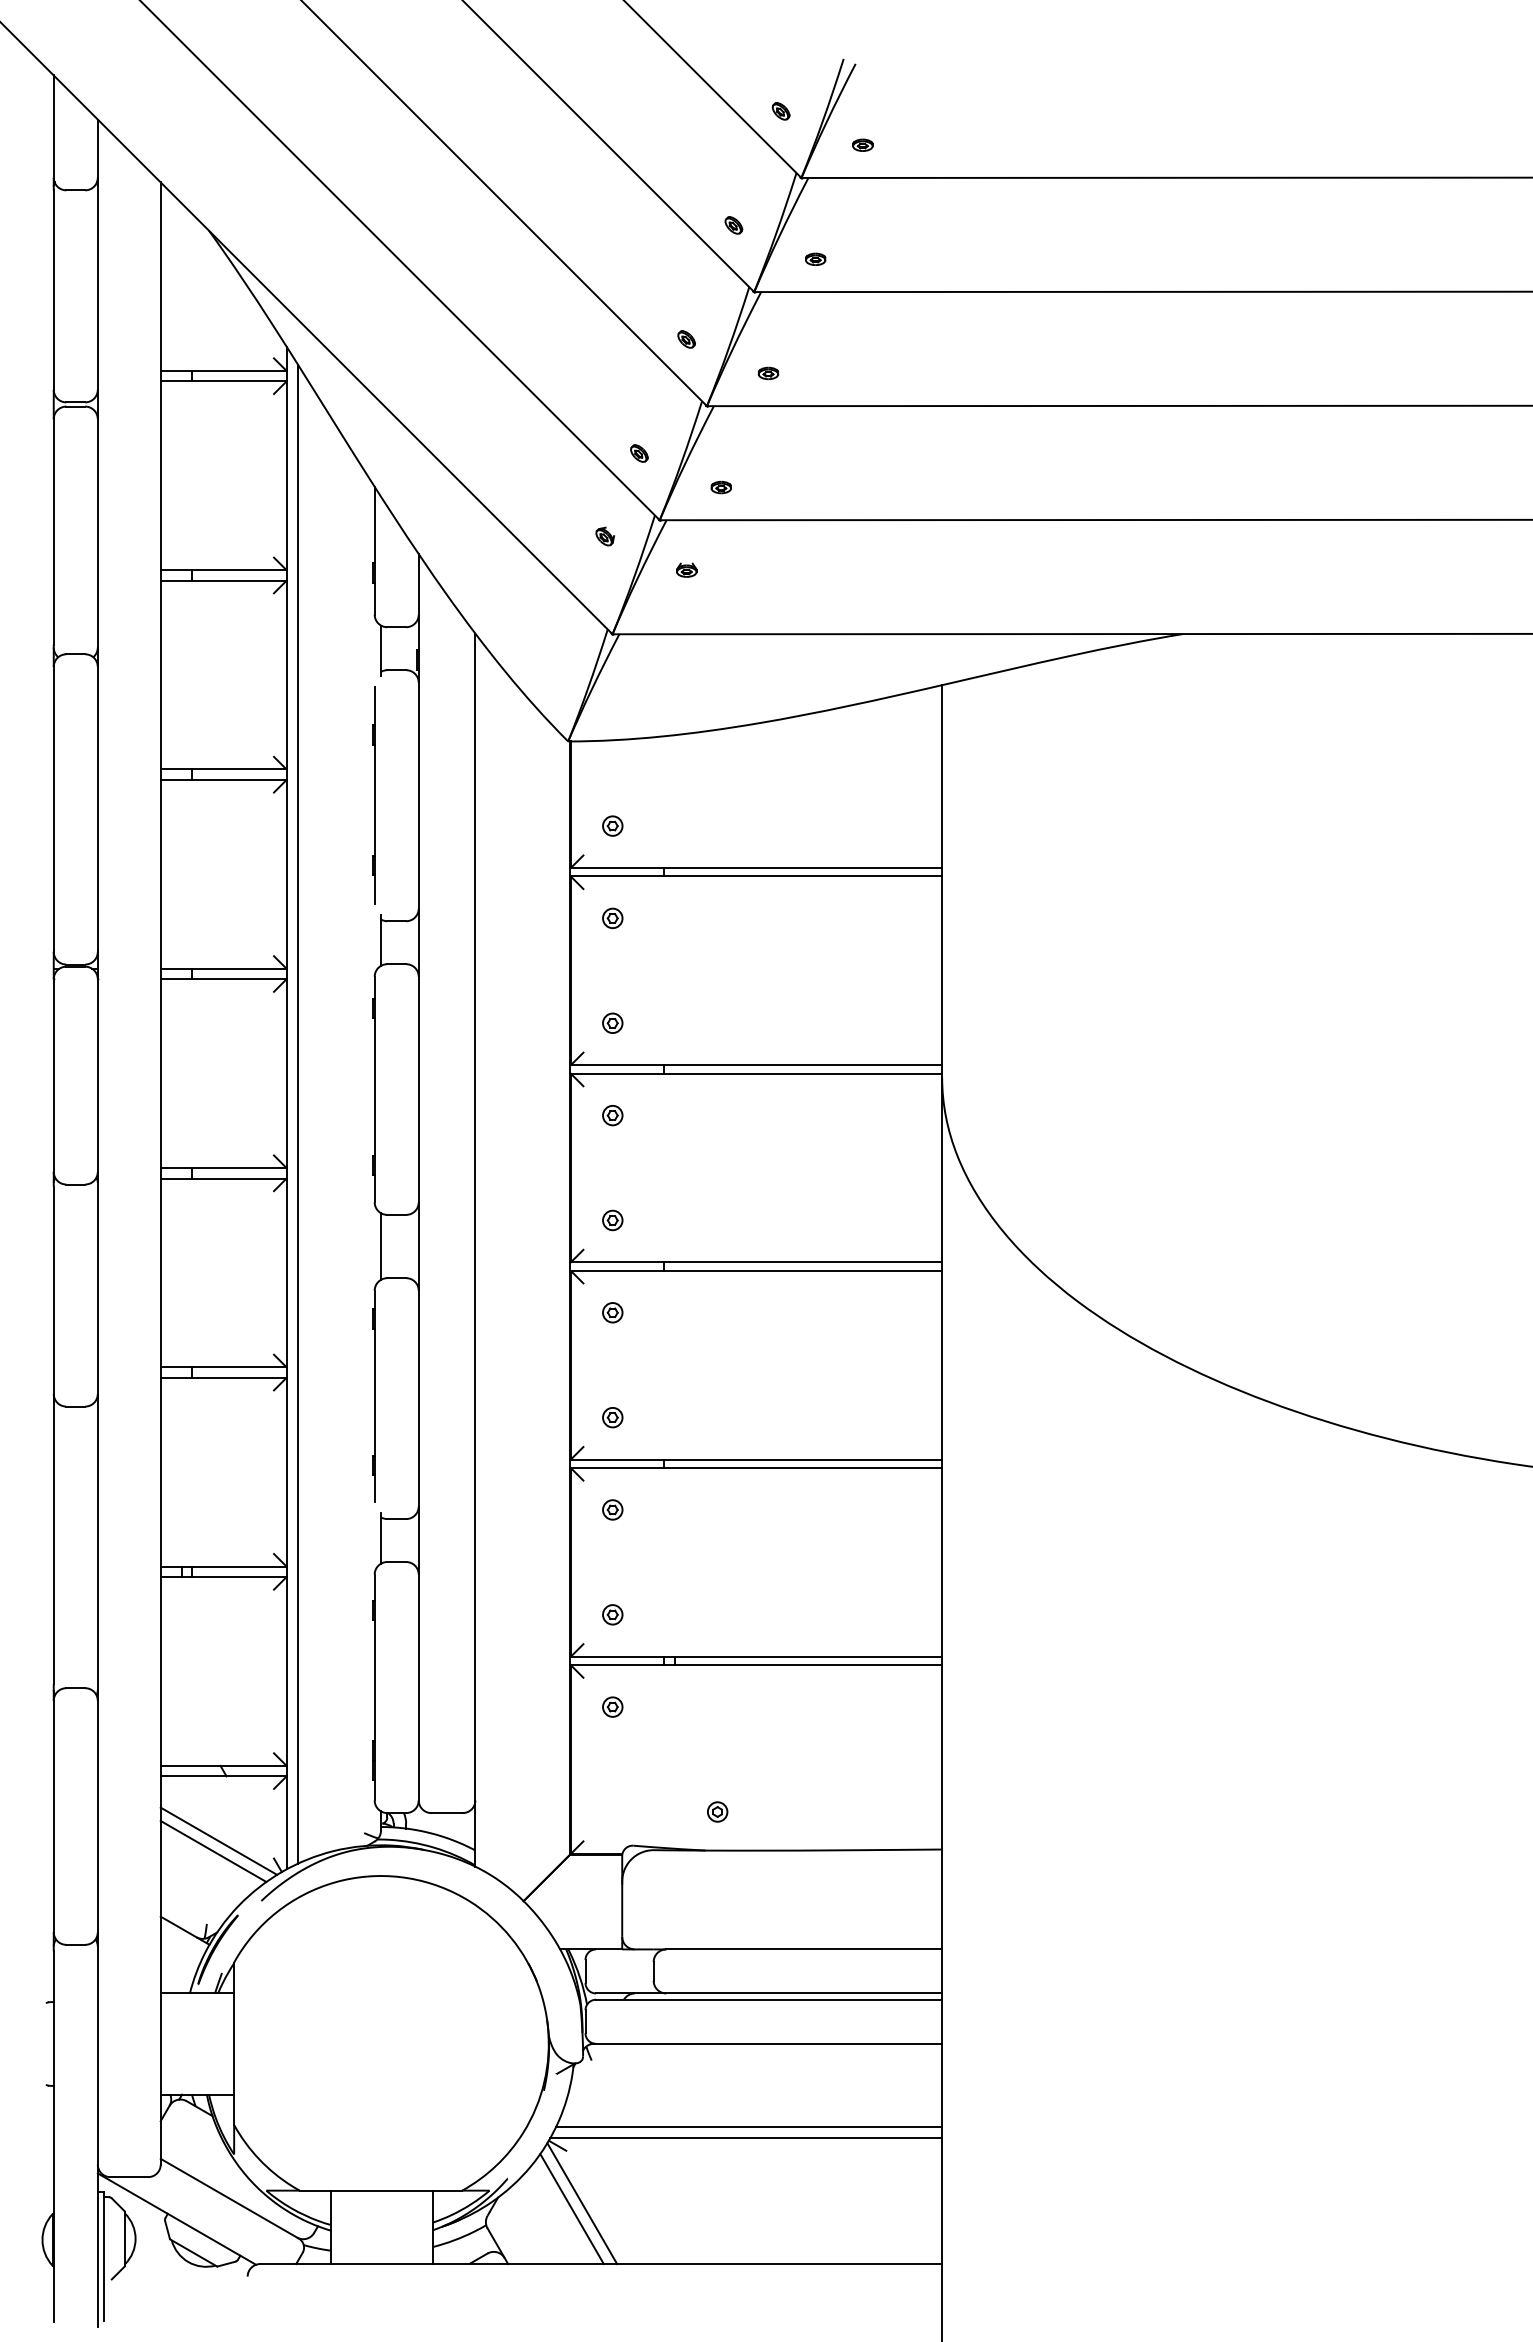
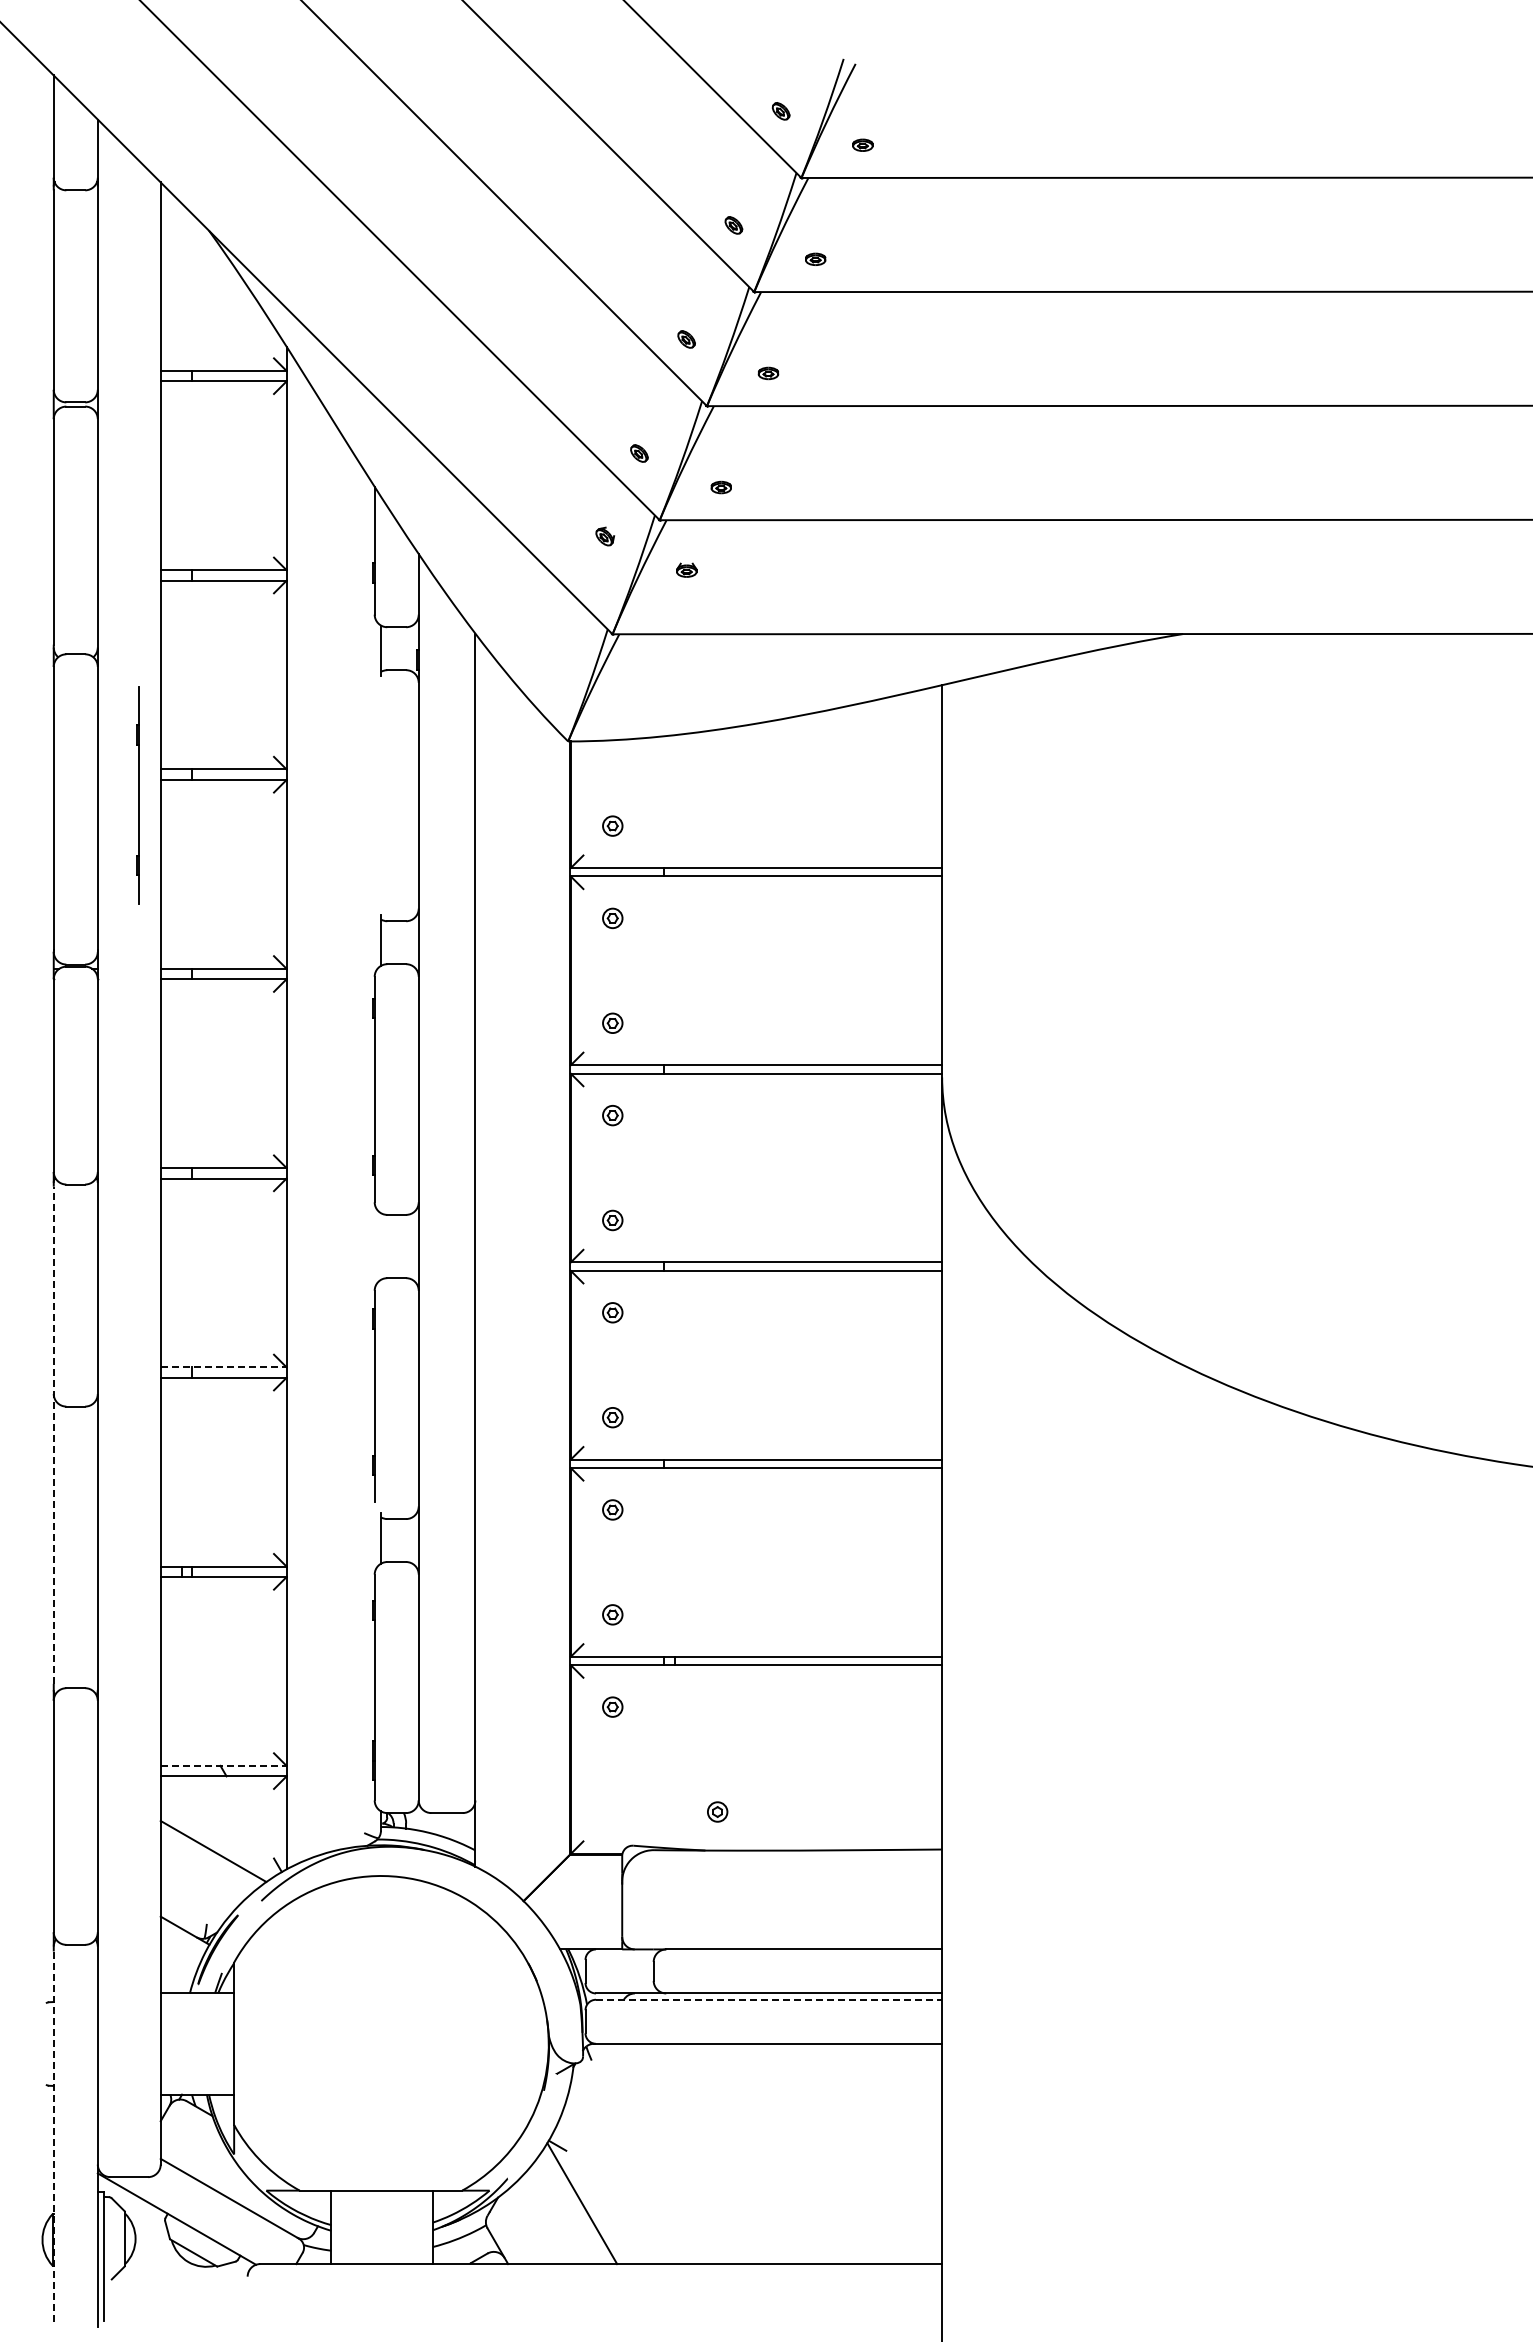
part at (373, 795) position: (373, 795) -> (137, 795)
line at (298, 1113): present -> none
line at (380, 1246): present -> none
line at (223, 1367): solid -> dashed
line at (53, 1435): solid -> dashed
line at (223, 1765): solid -> dashed
line at (218, 1840): present -> none
line at (769, 1999): solid -> dashed
line at (749, 2126): present -> none
line at (53, 2136): solid -> dashed
line at (746, 2138): present -> none
line at (571, 2209): present -> none
